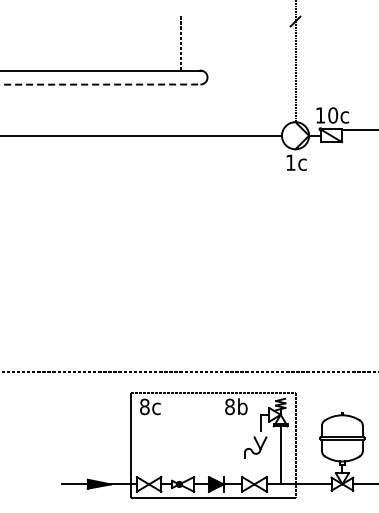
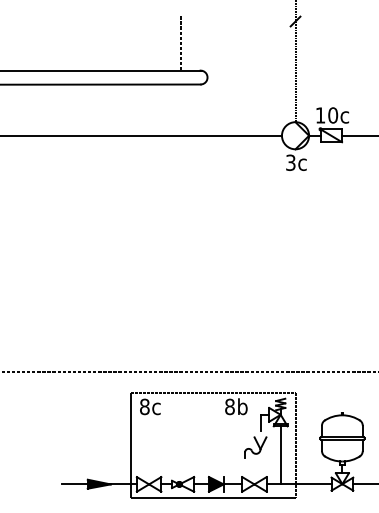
line at (100, 84): dashed -> solid
line at (358, 129) position: (358, 129) -> (358, 135)
text at (290, 162): 1c -> 3c
